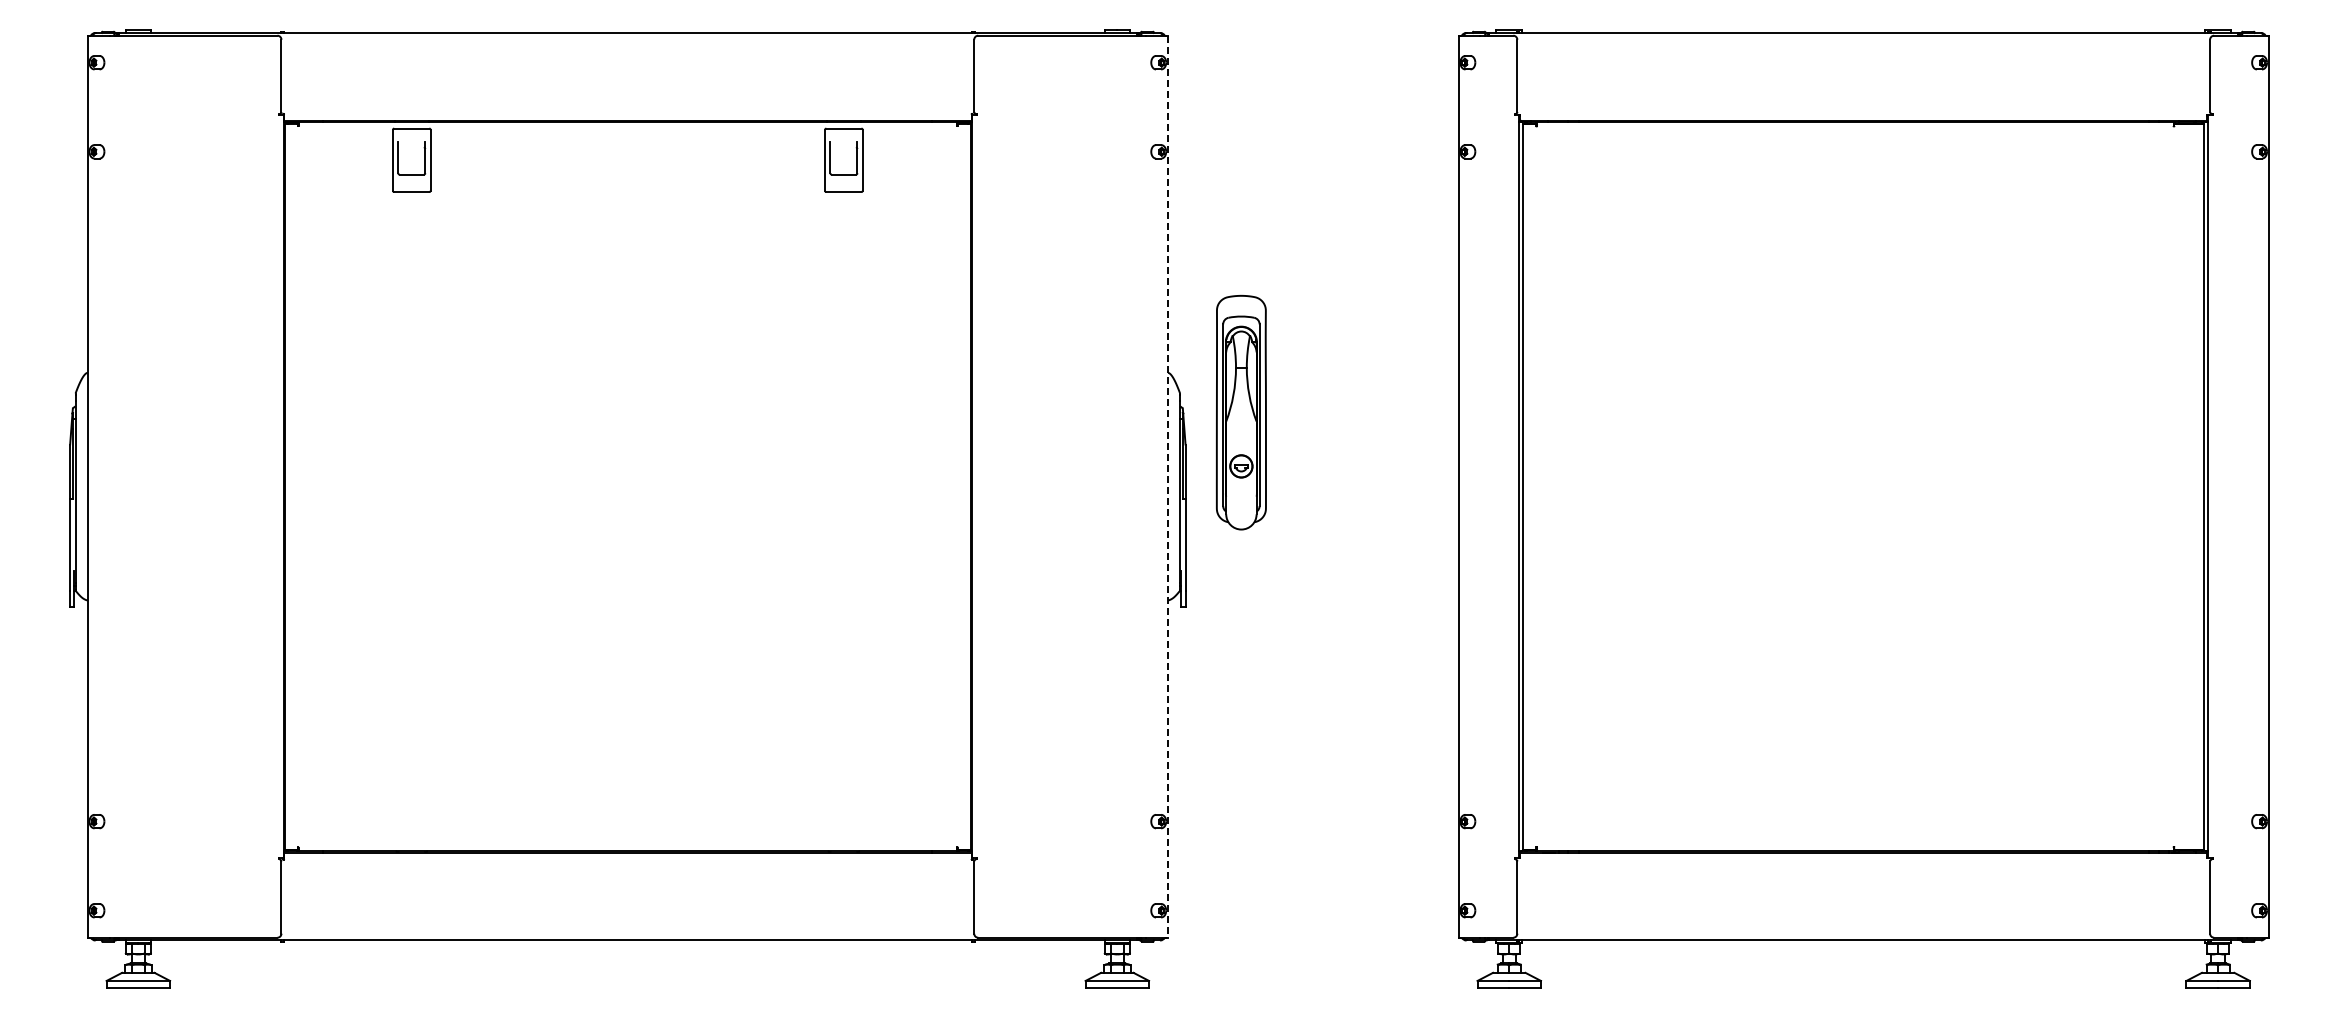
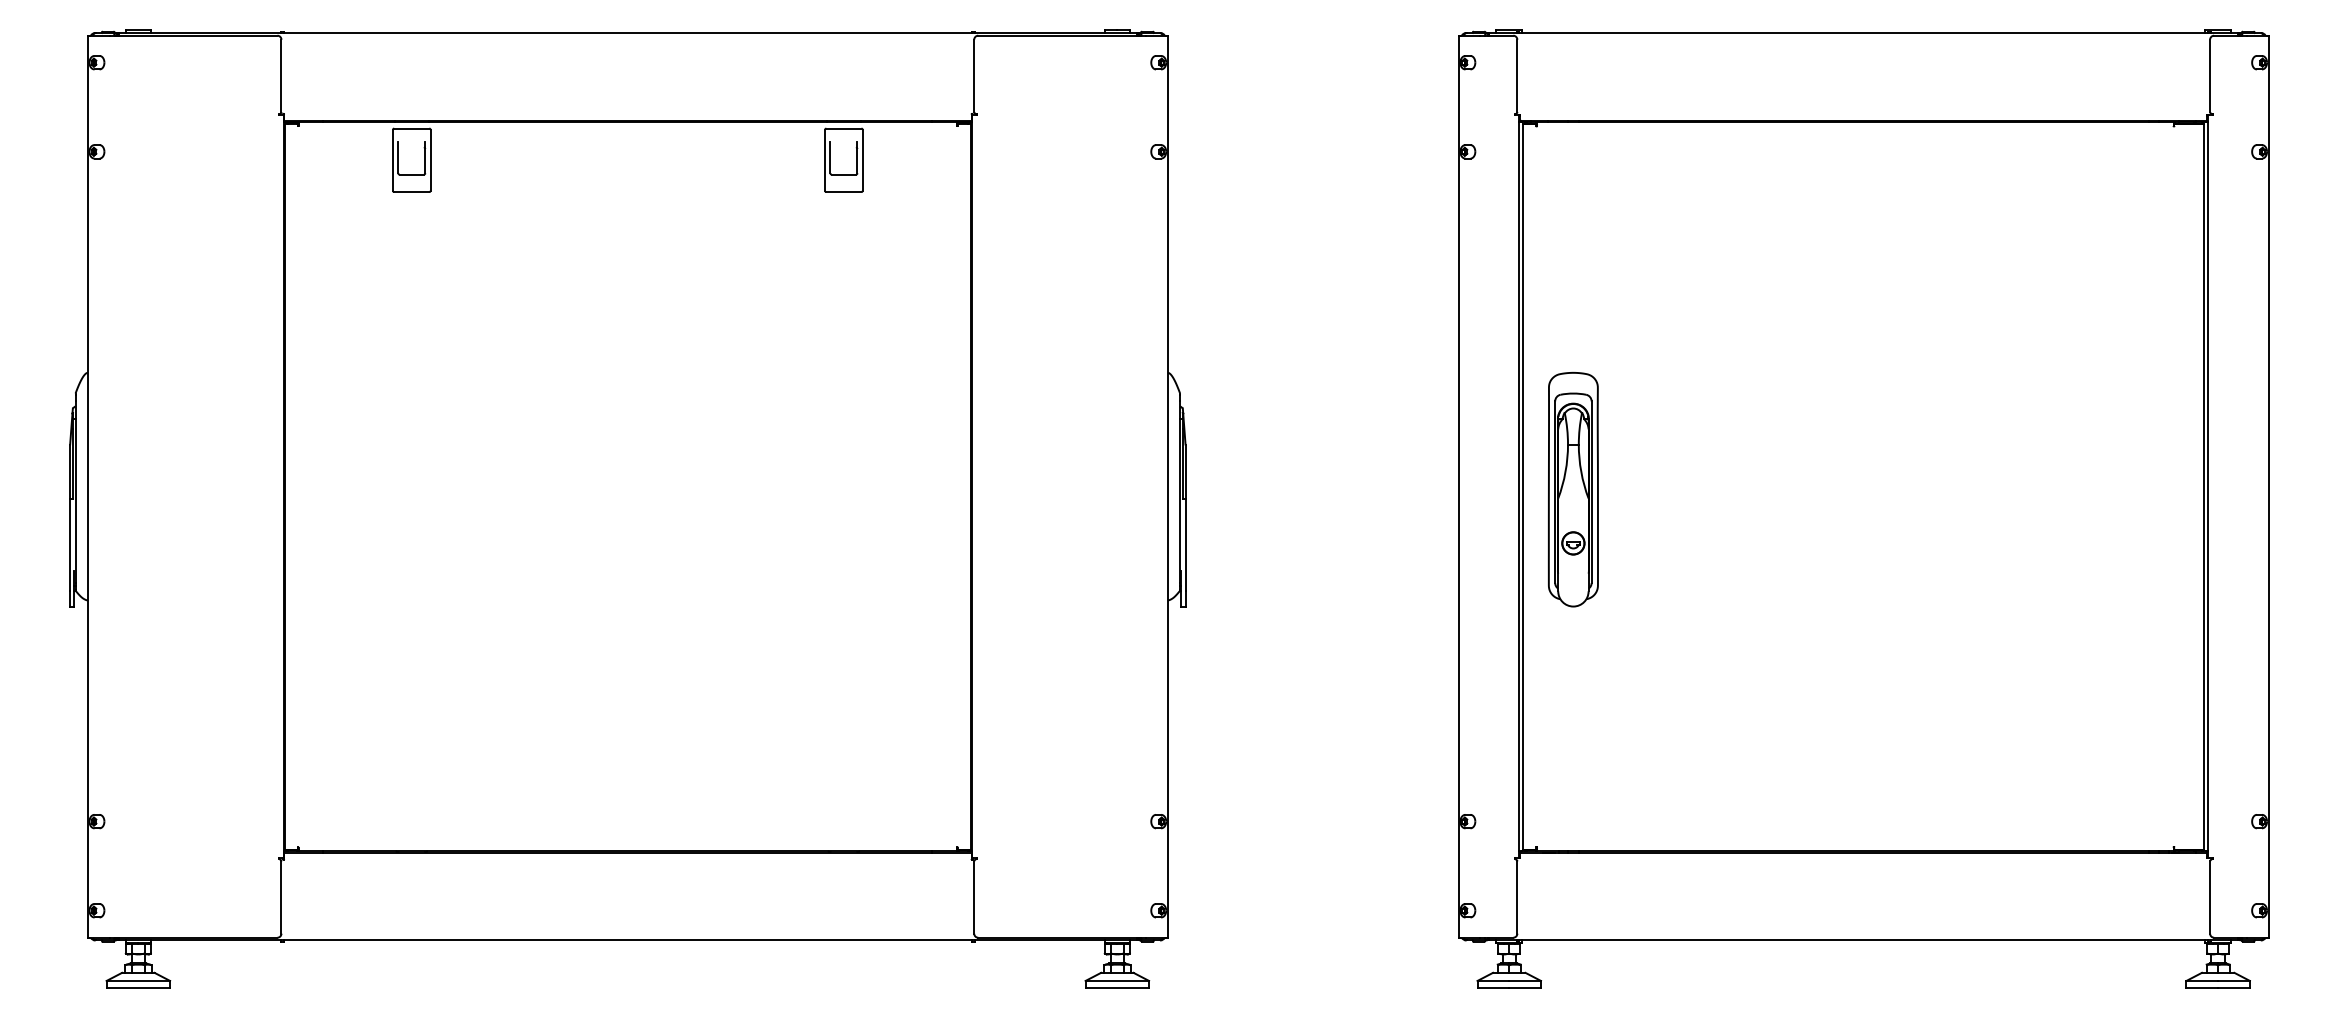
part at (1240, 412) position: (1240, 412) -> (1572, 489)
line at (1167, 487): dashed -> solid
